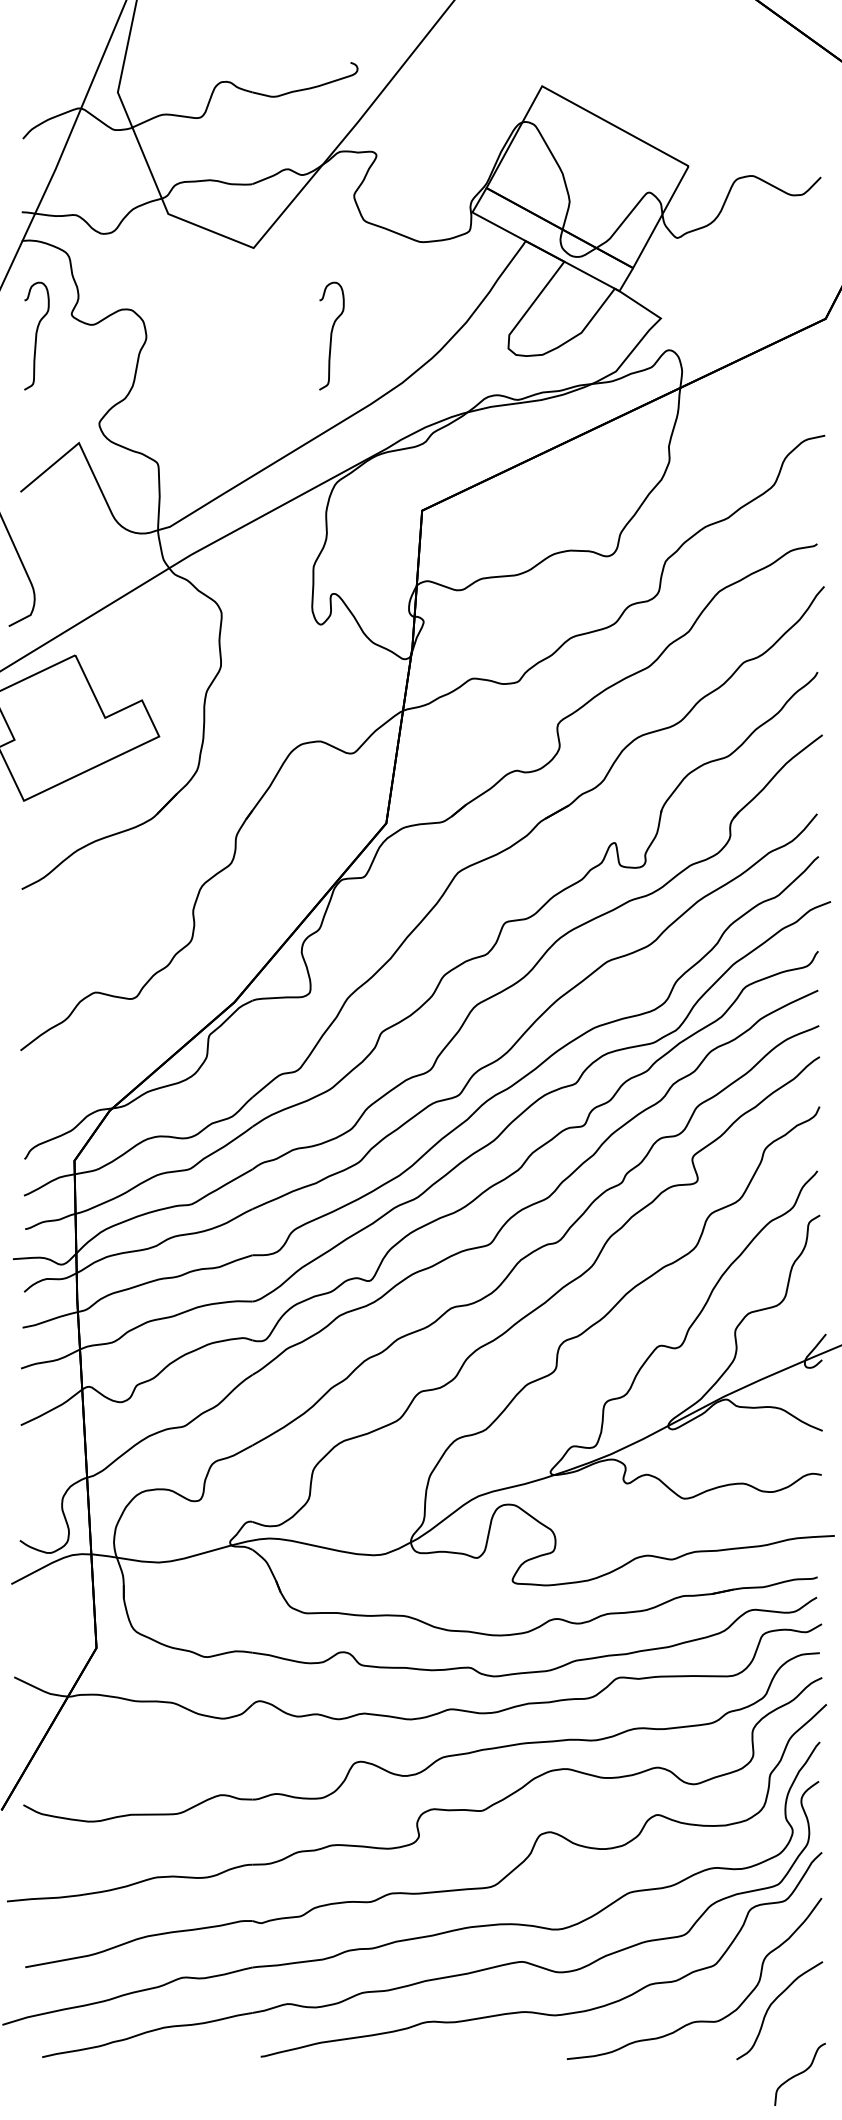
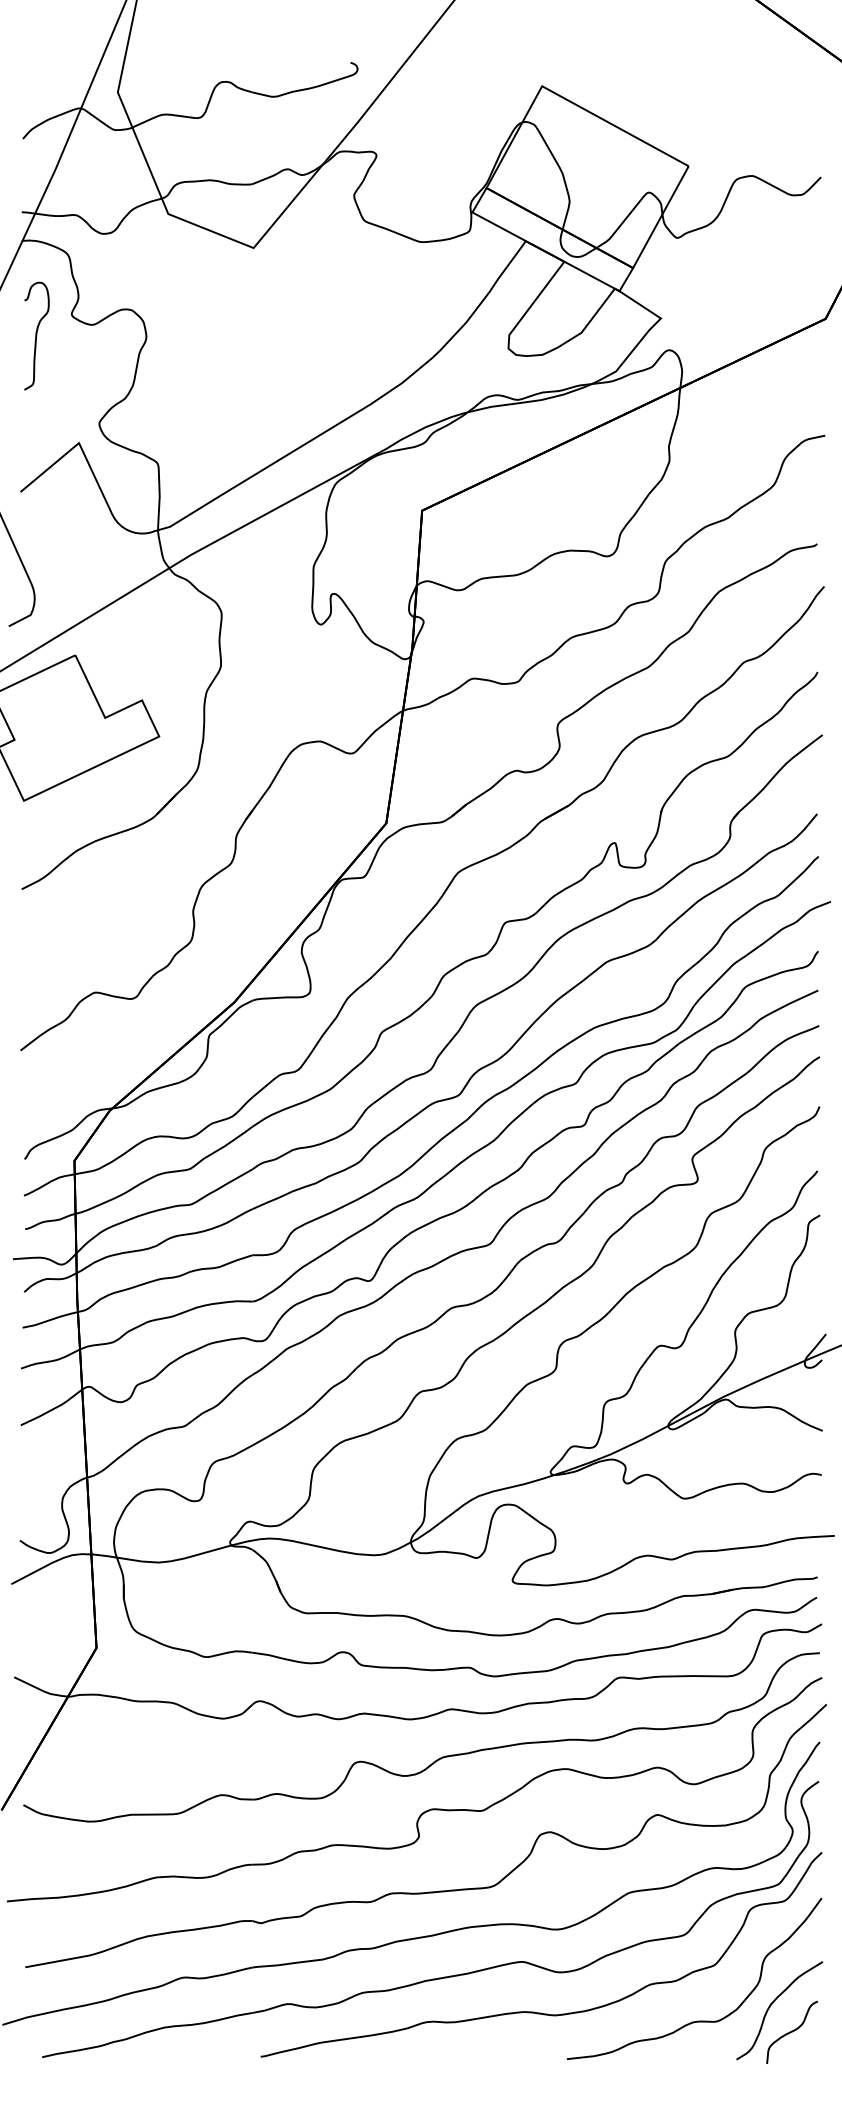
curve at (331, 335): present -> none
curve at (799, 2073) position: (799, 2073) -> (791, 2031)
